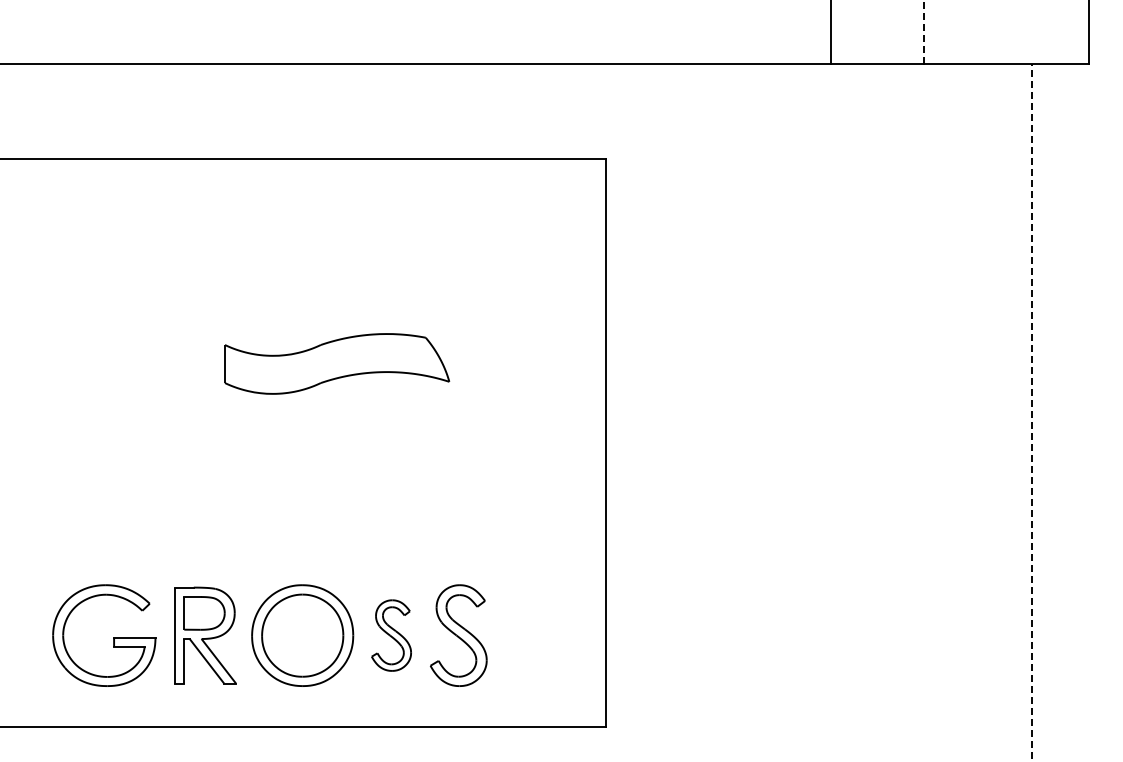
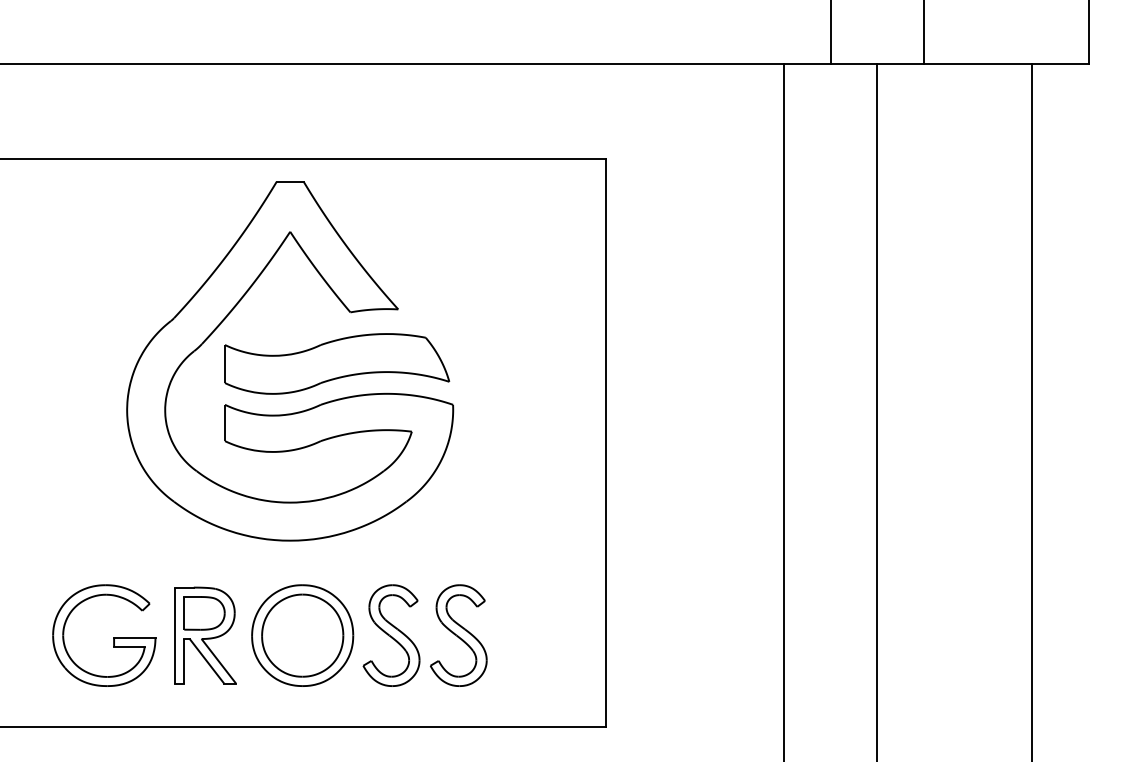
line at (923, 31): dashed -> solid
part at (305, 409): none -> present
line at (783, 410): none -> present
line at (877, 410): none -> present
line at (1032, 412): dashed -> solid
part at (391, 635) size: 41x73 px -> 59x103 px
